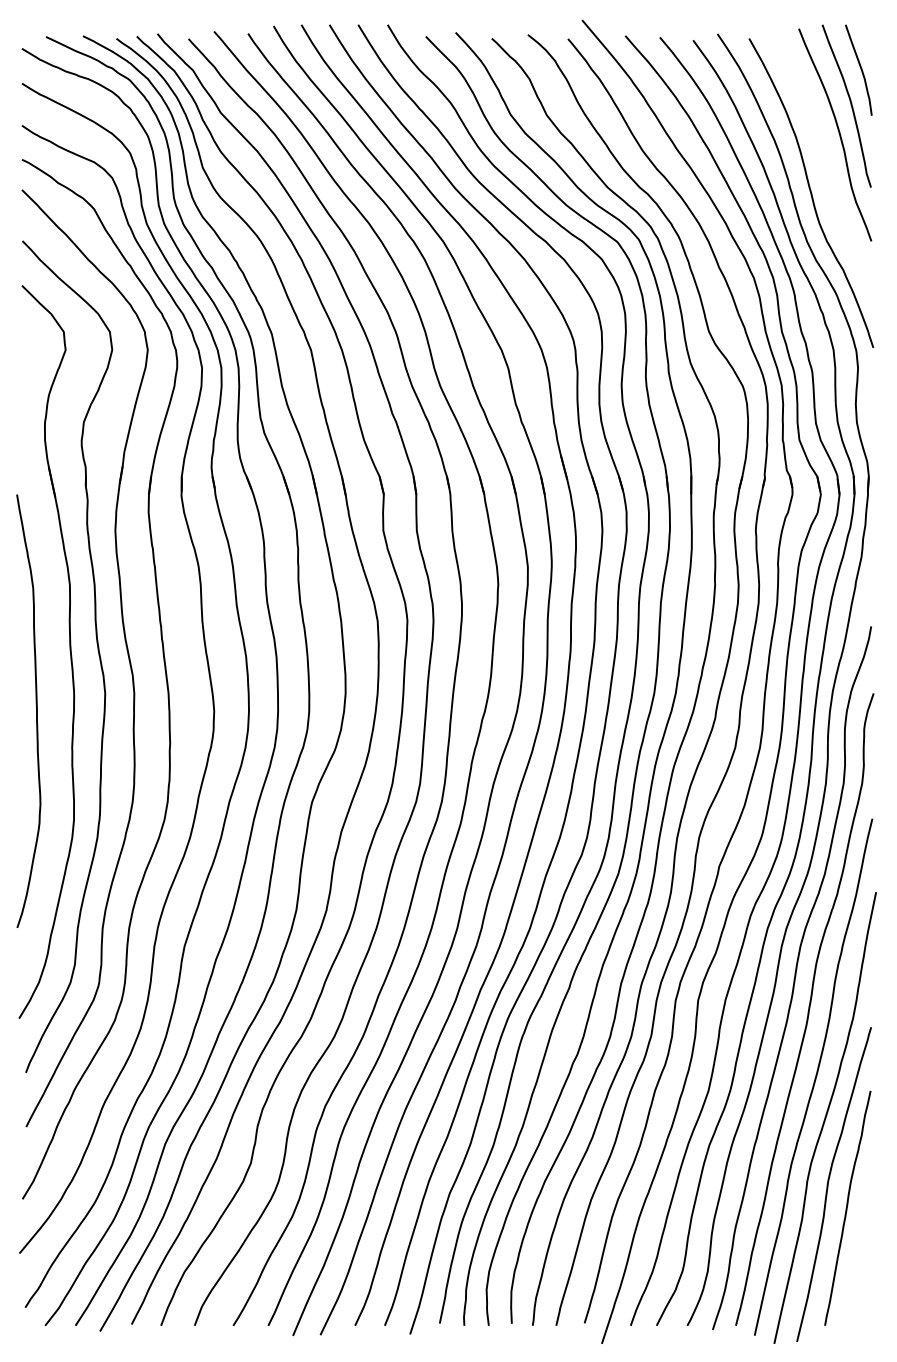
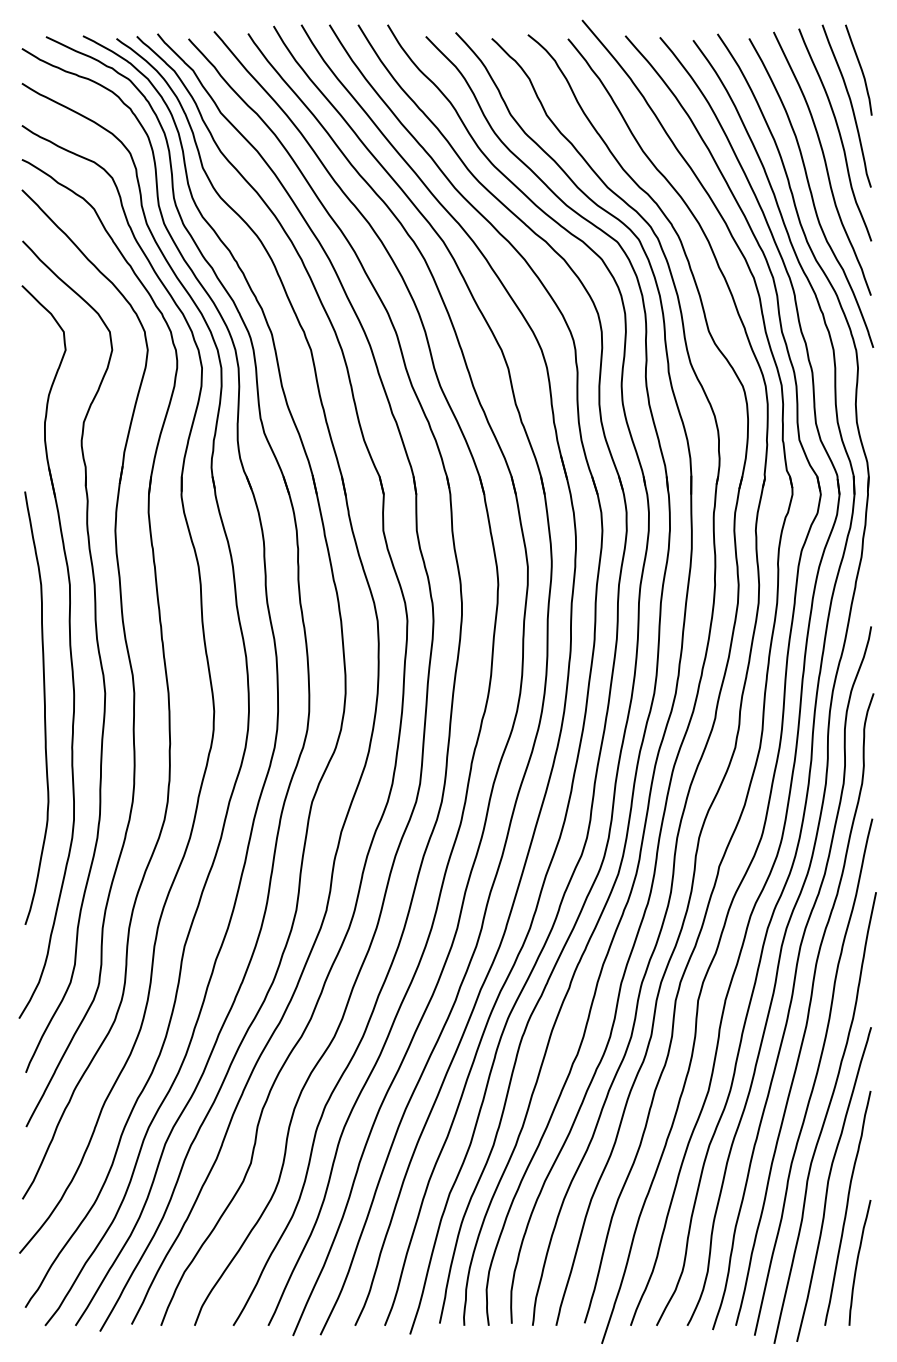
curve at (824, 163): none -> present
curve at (36, 710) position: (36, 710) -> (44, 707)
curve at (858, 1261): none -> present
